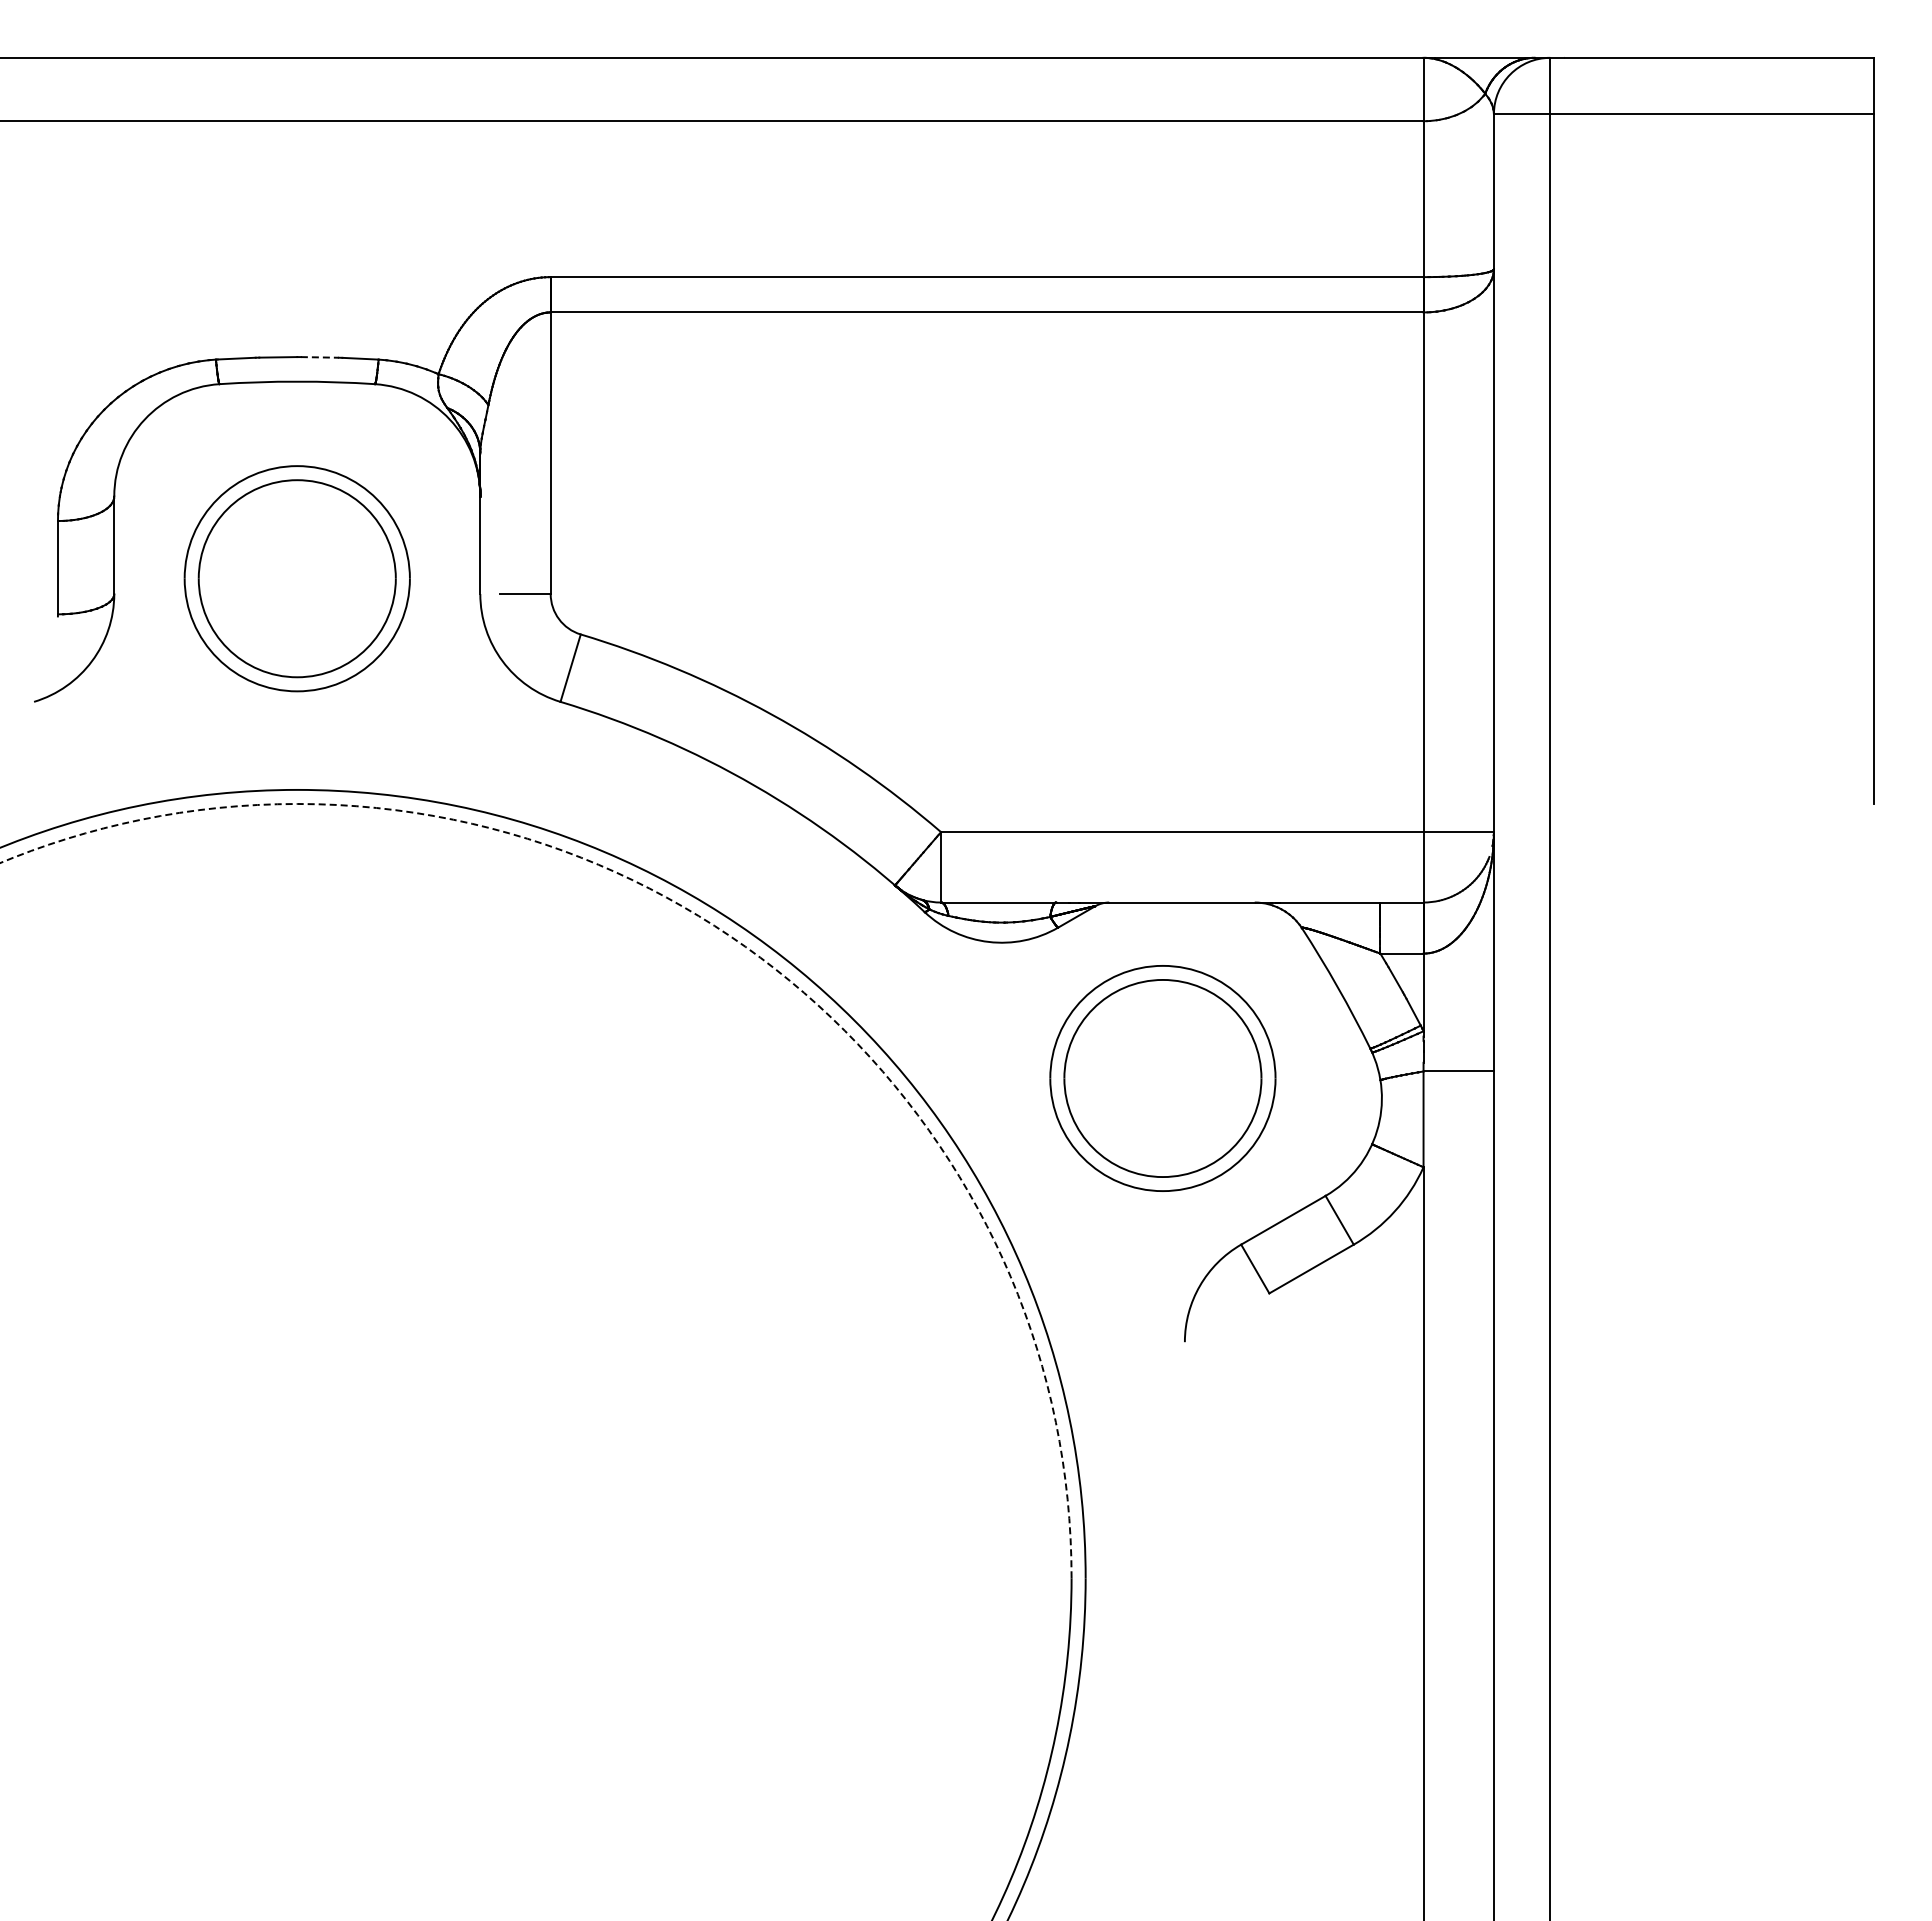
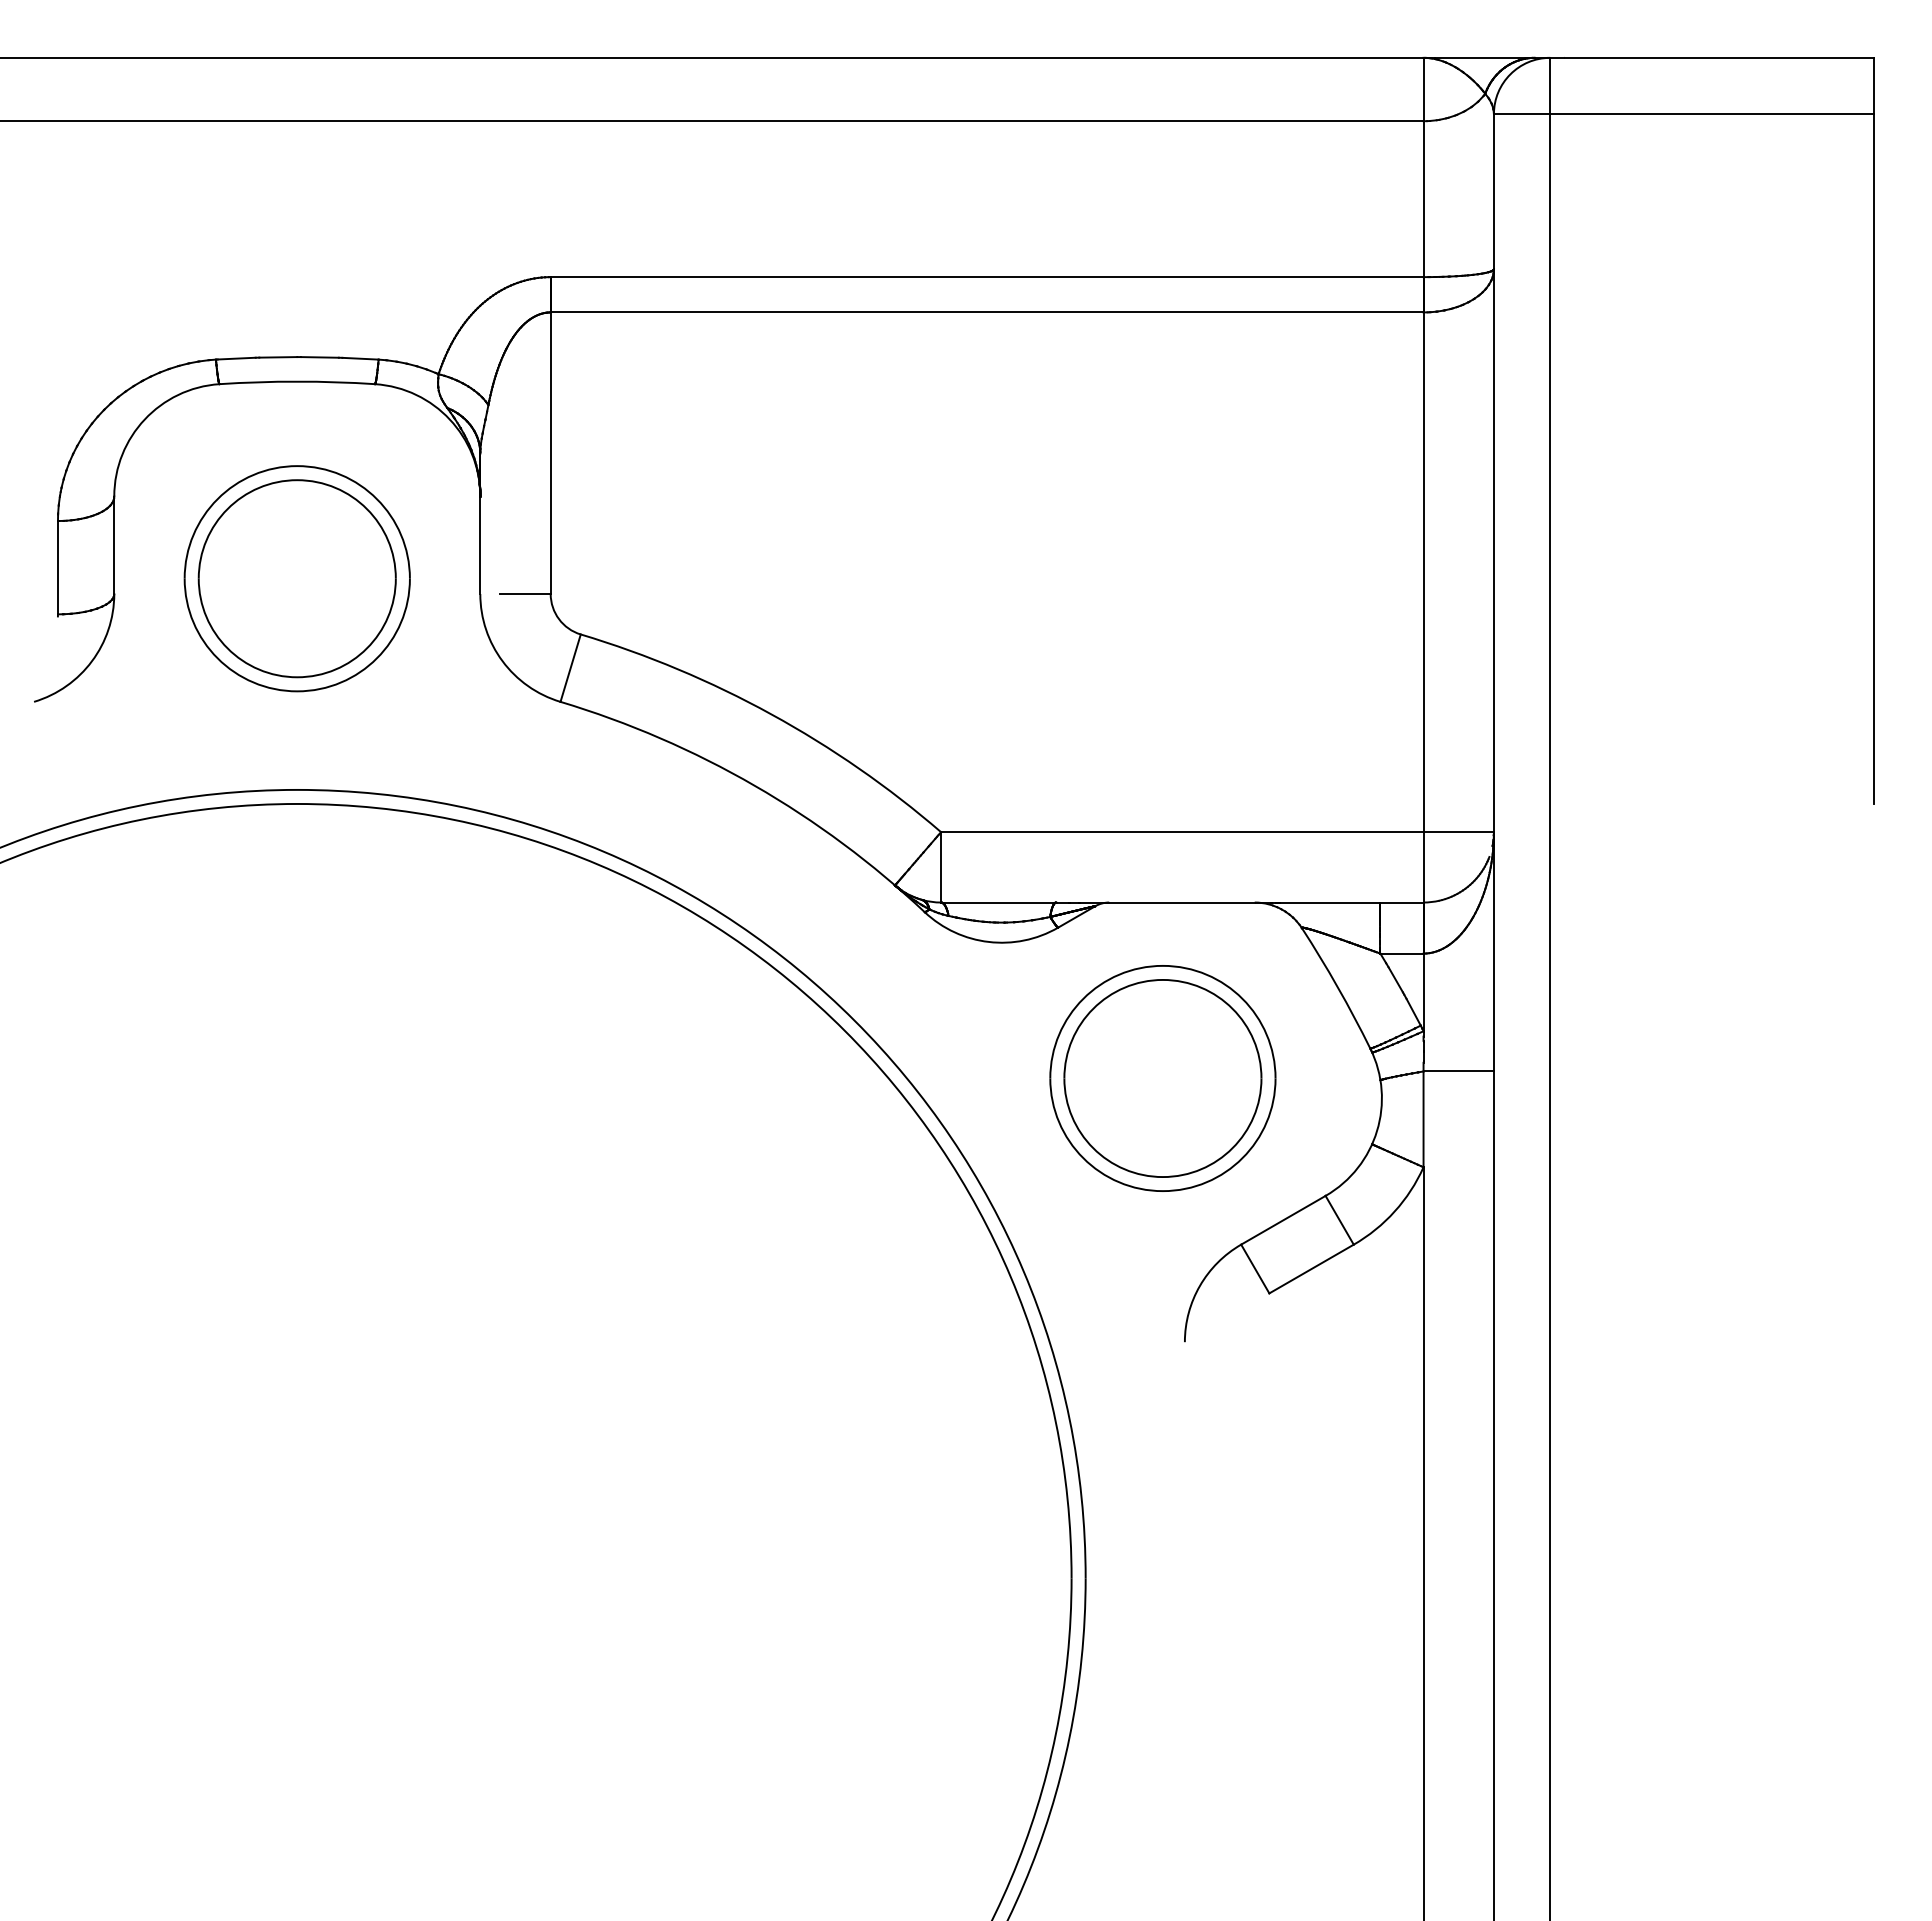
line at (320, 357): dashed -> solid
arc at (726, 934): dashed -> solid
